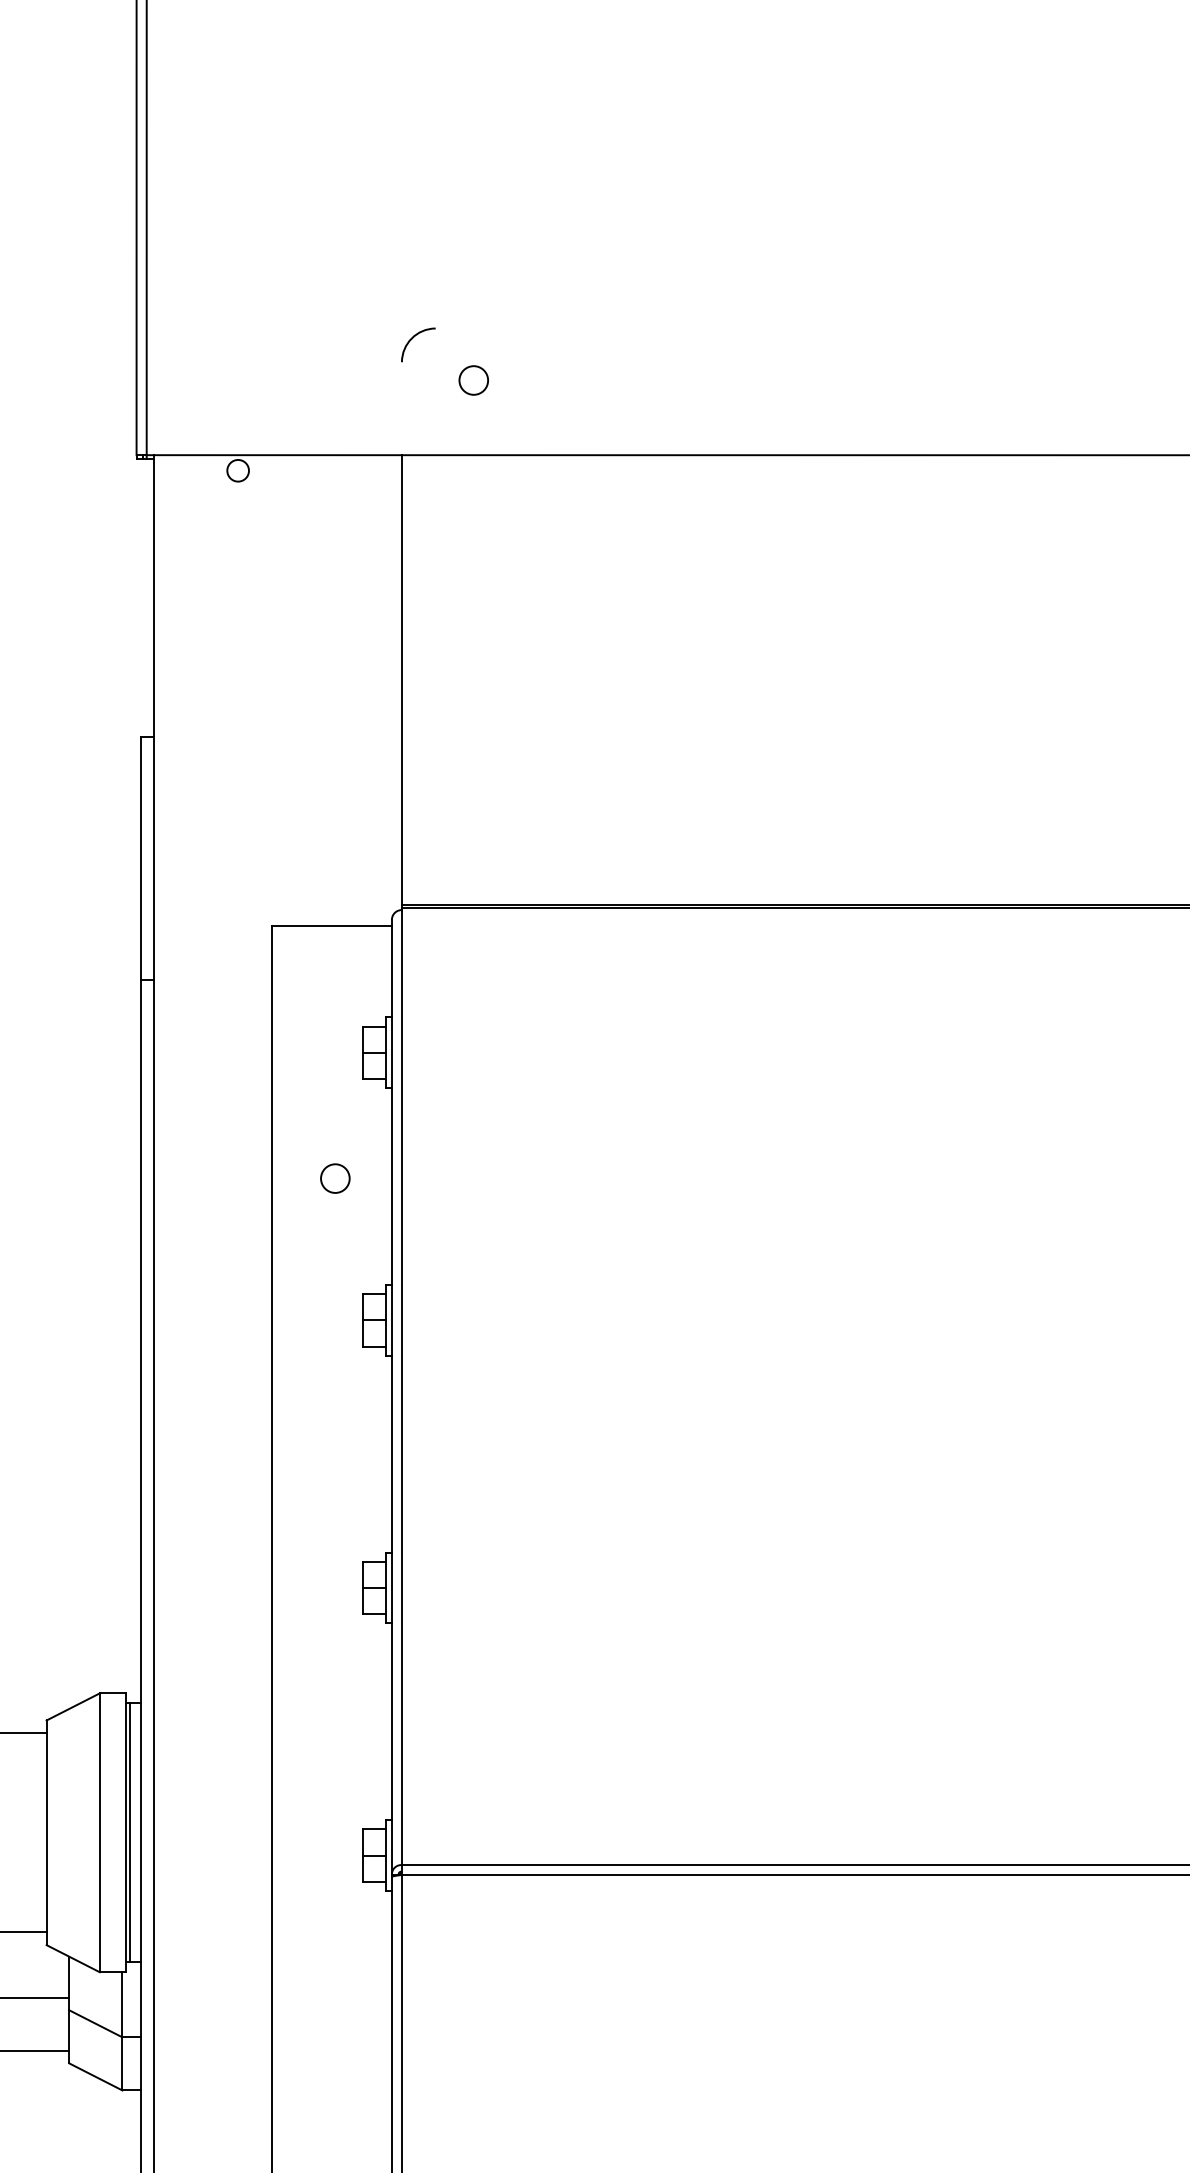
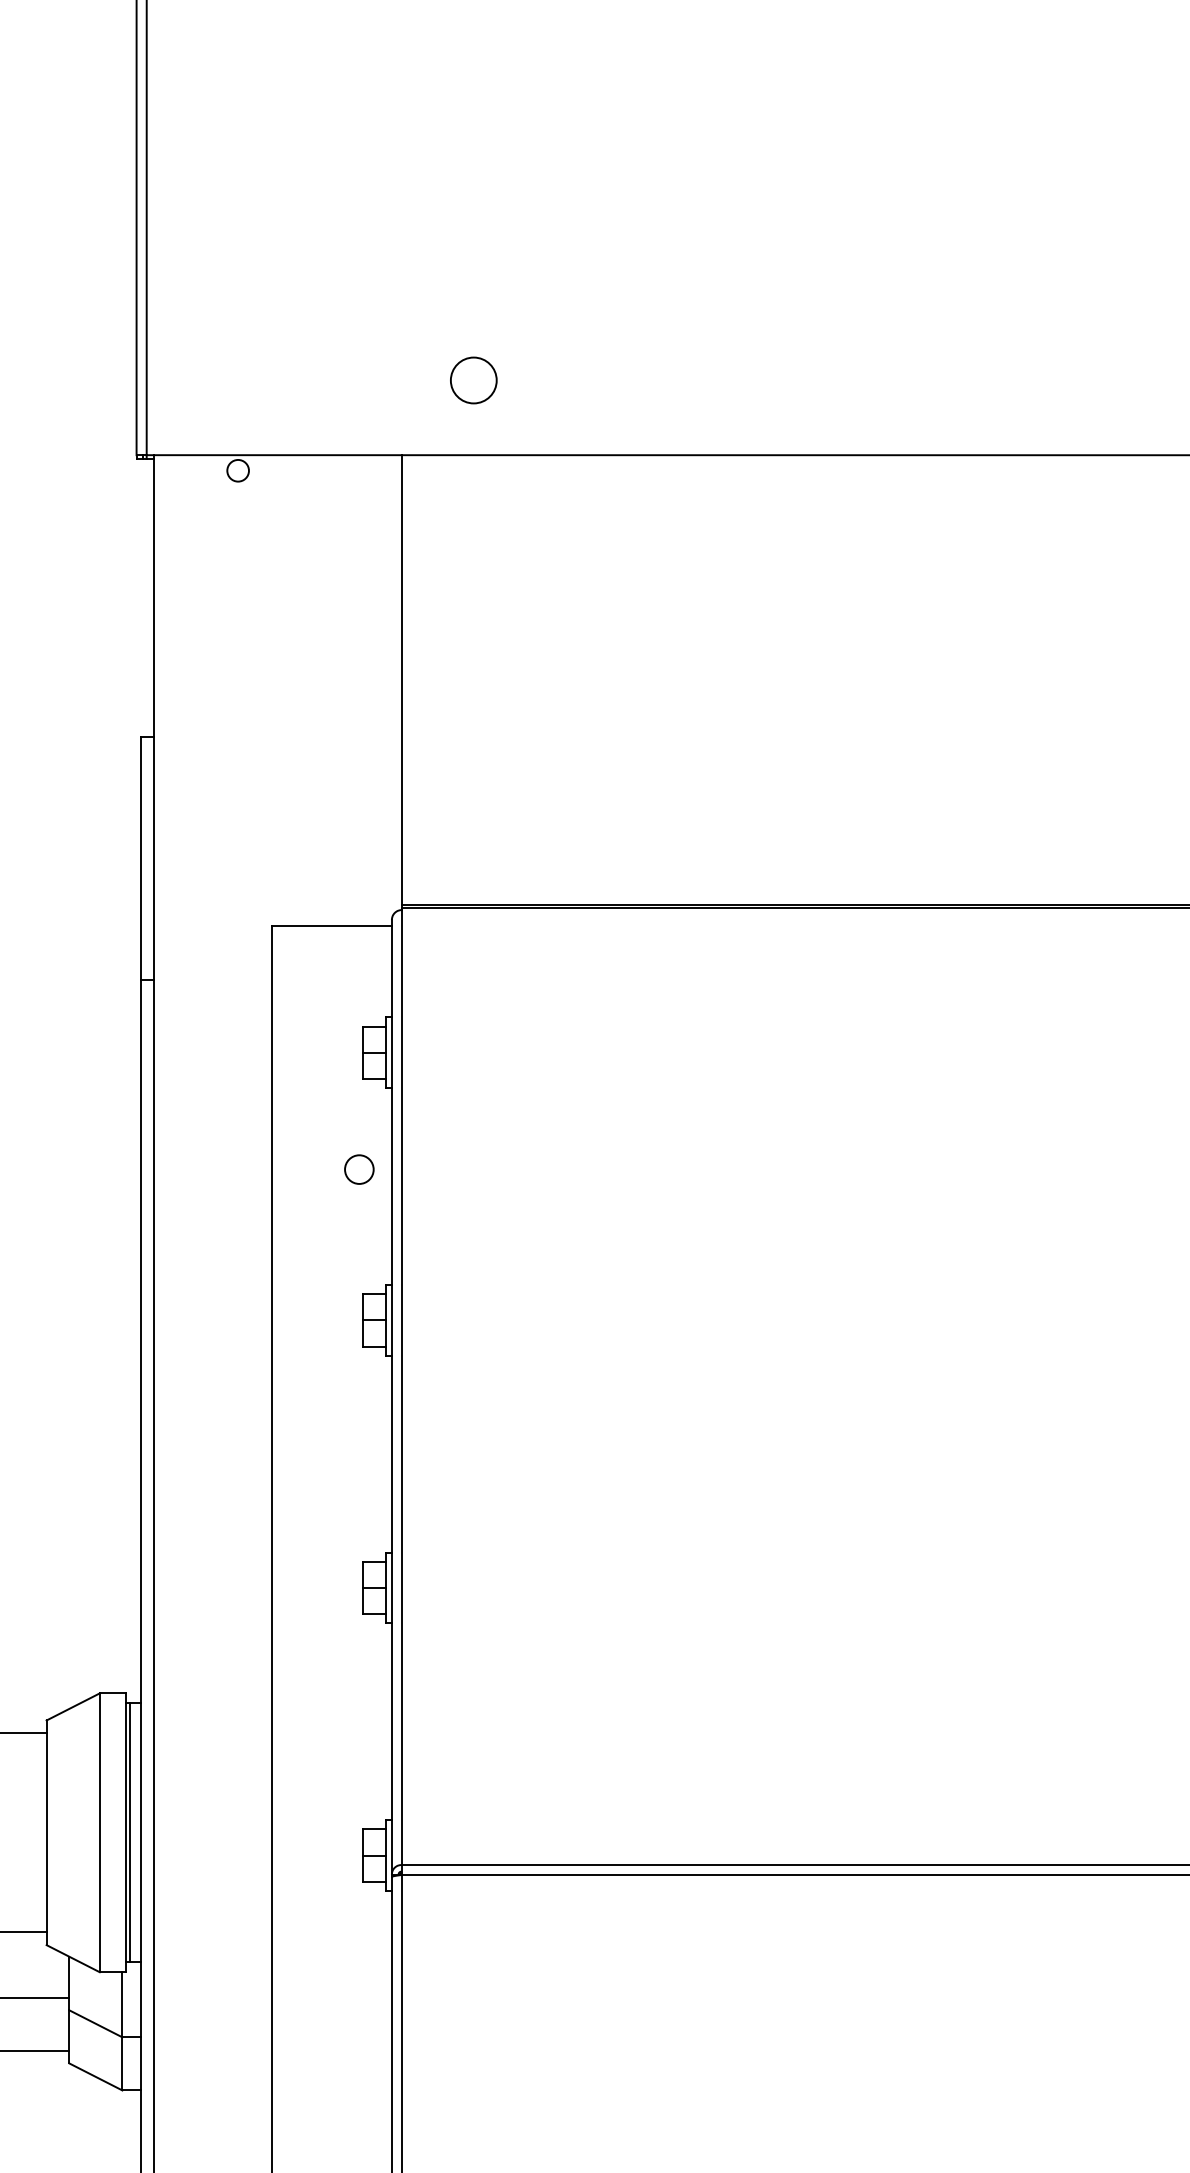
arc at (413, 338): present -> none
circle at (473, 380) diameter: 29 px -> 46 px
circle at (335, 1178) position: (335, 1178) -> (359, 1169)
